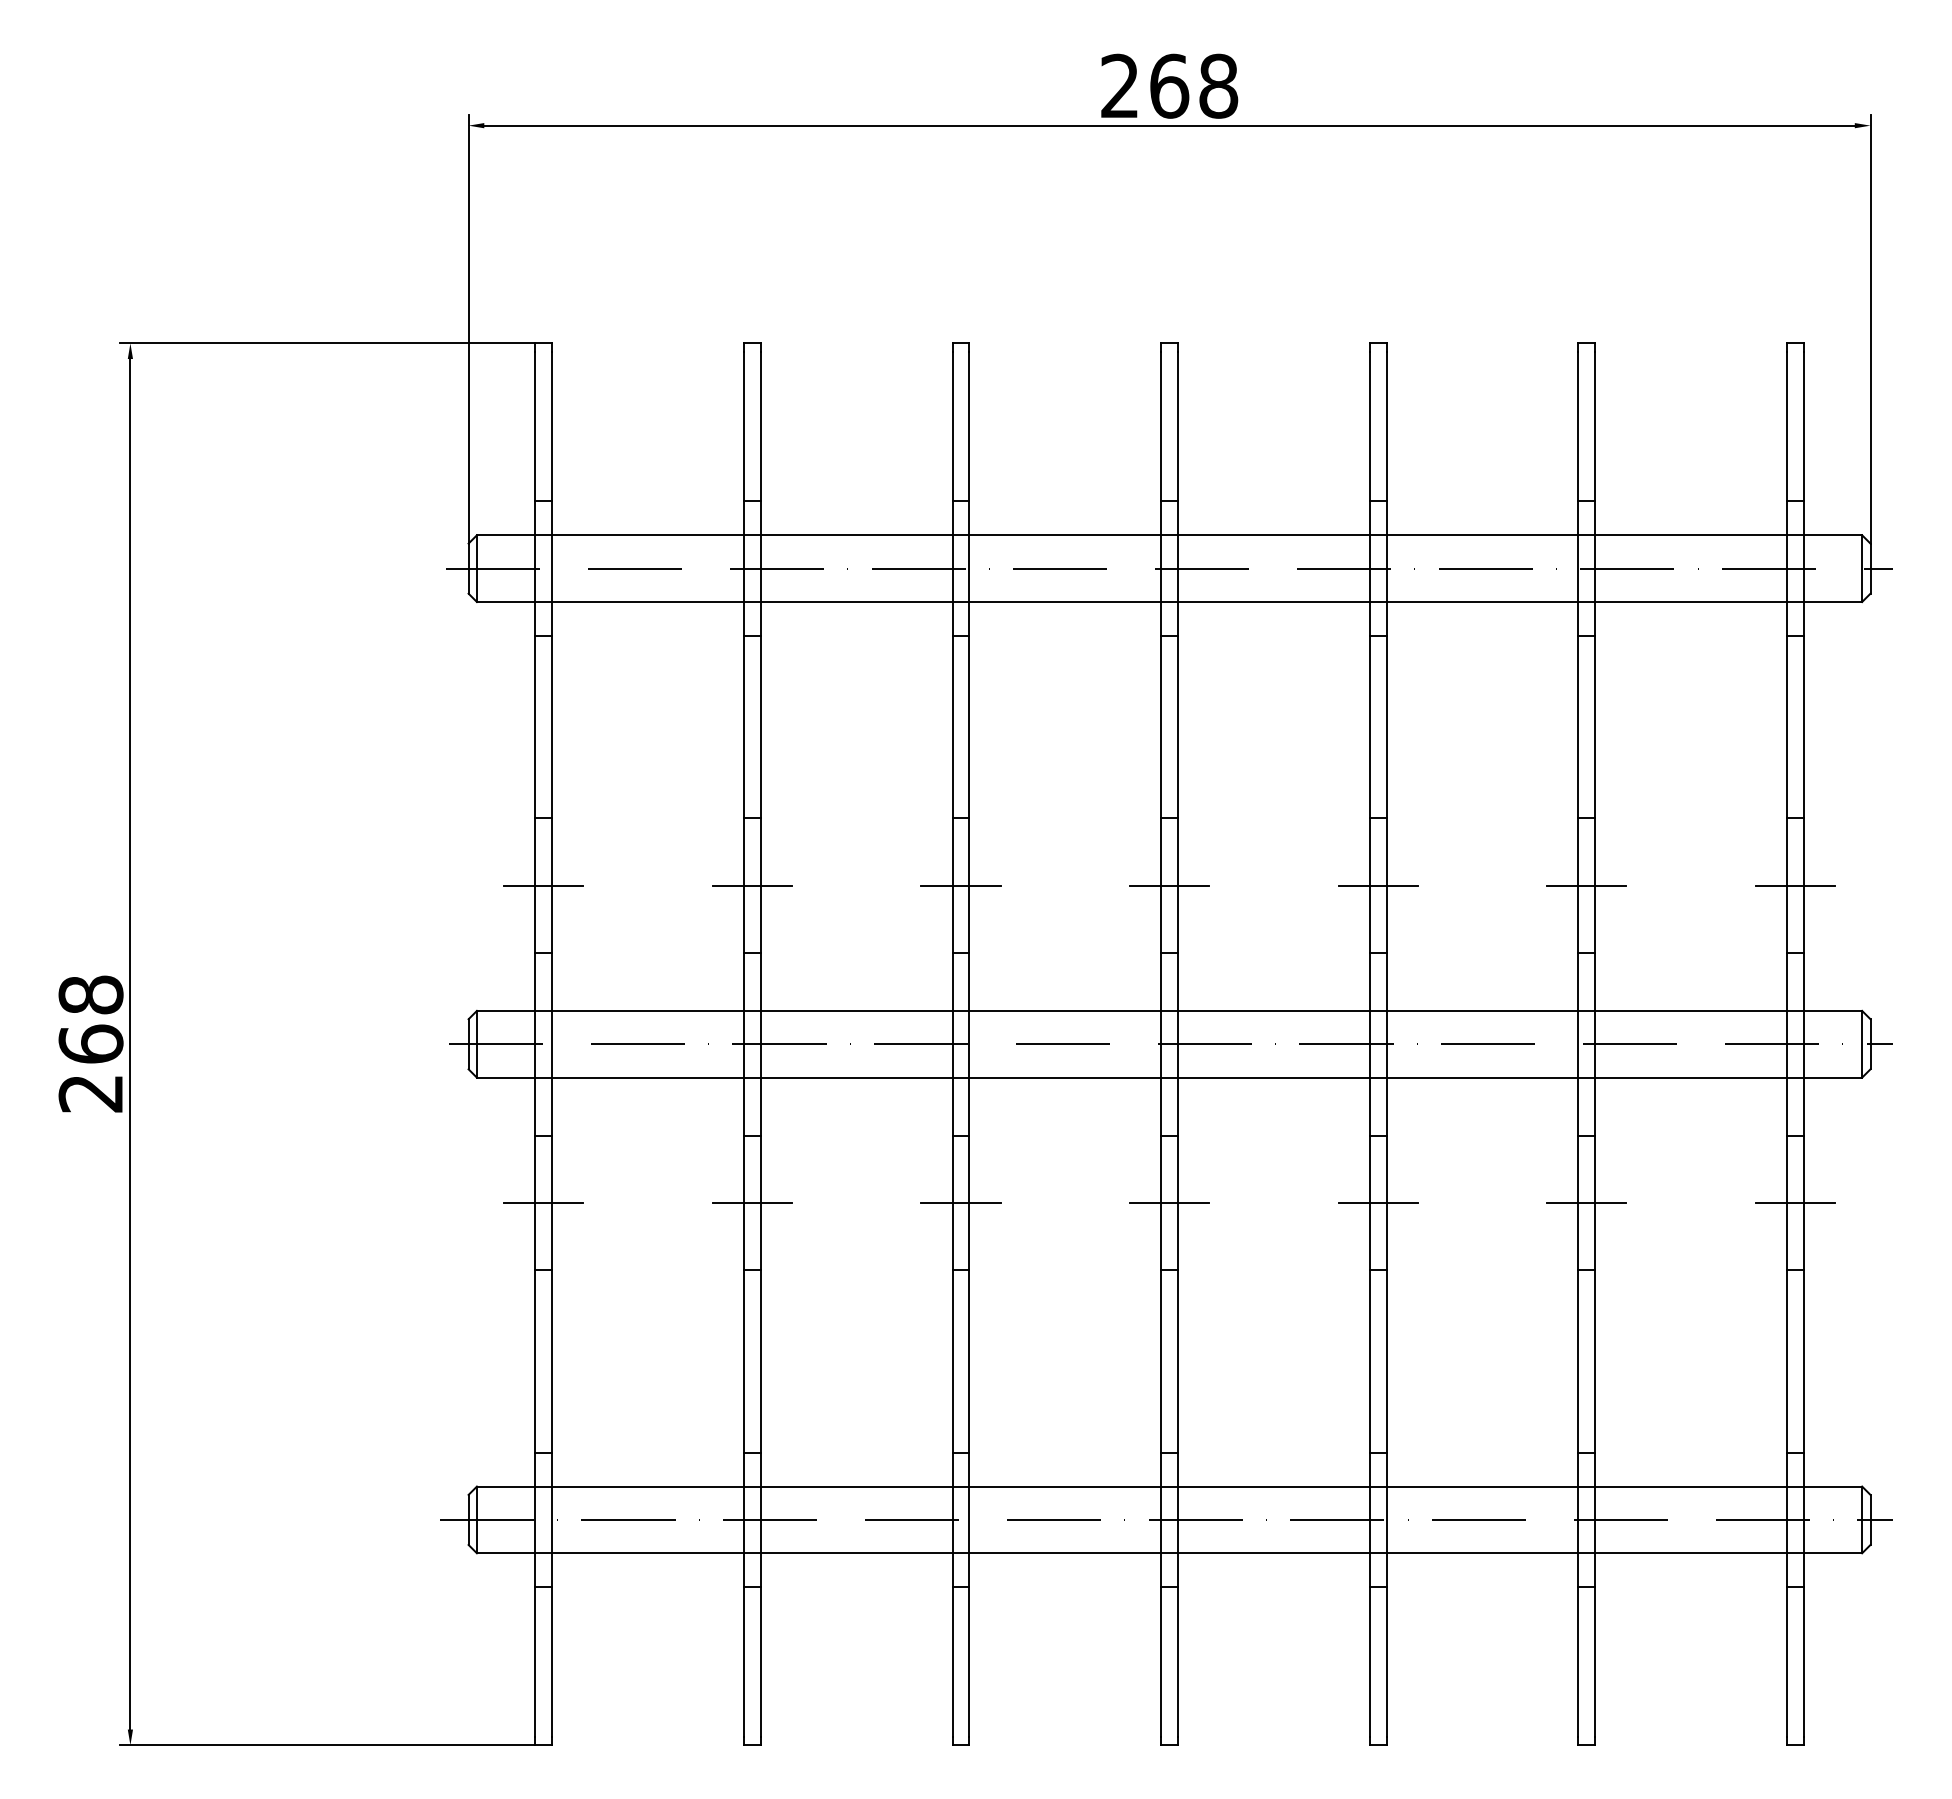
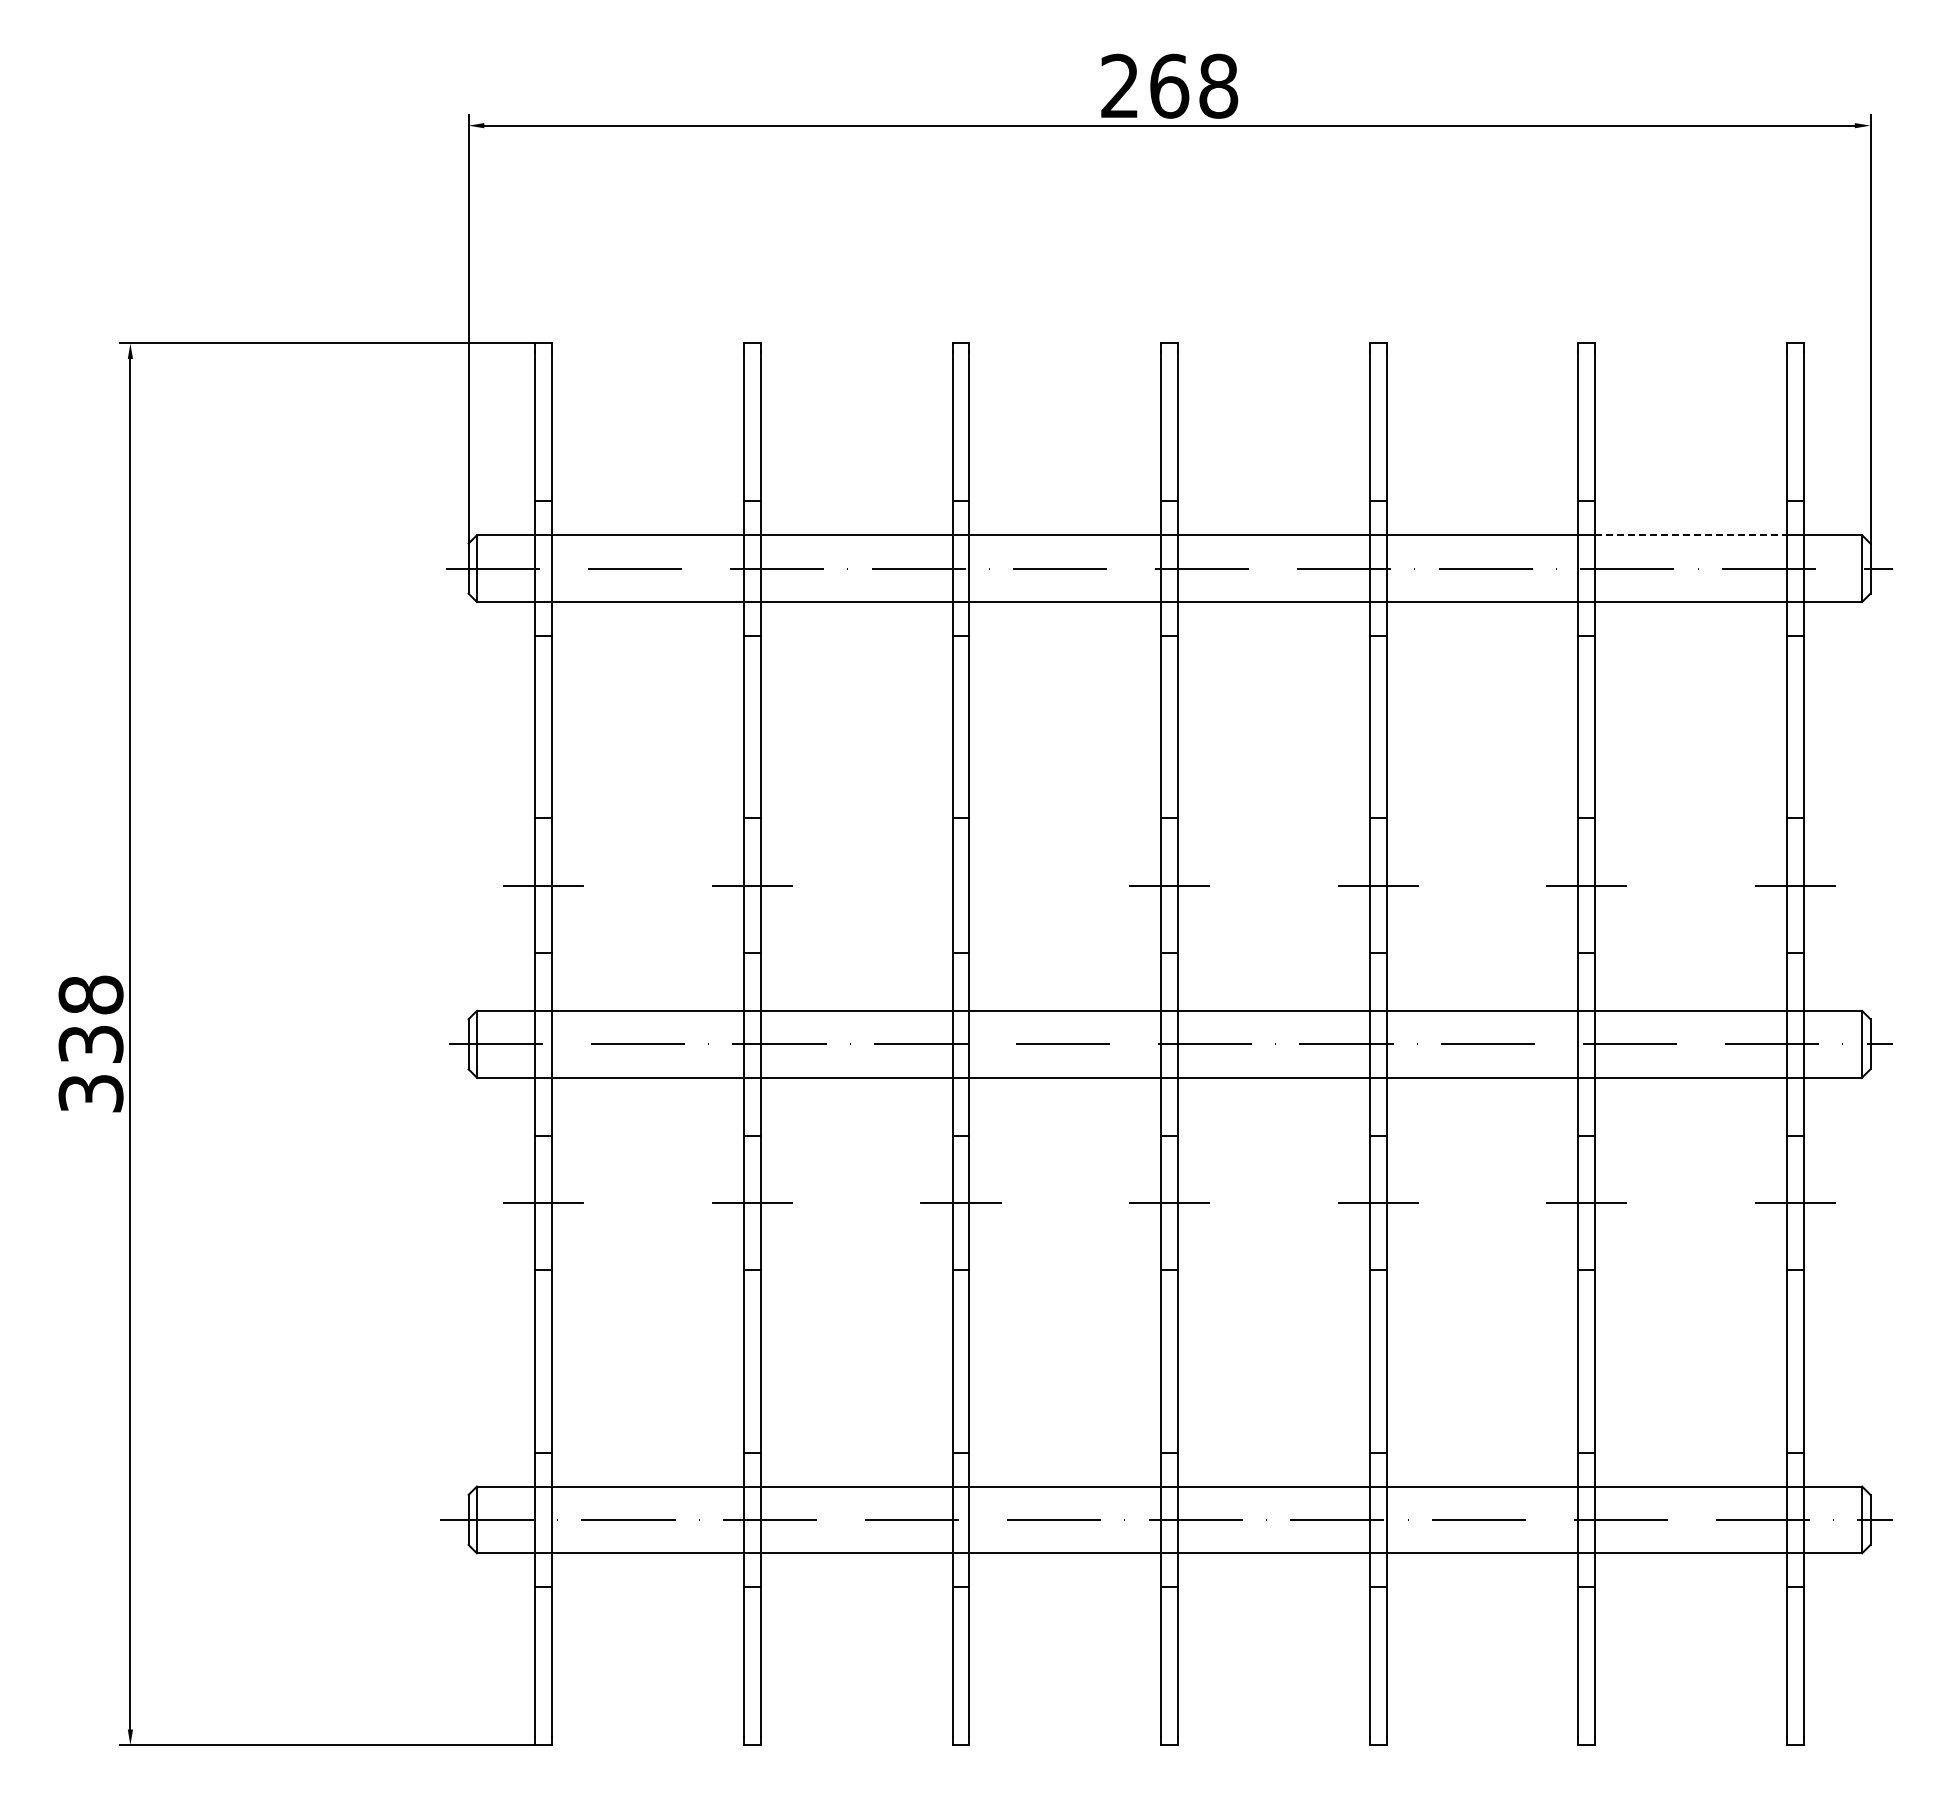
line at (1691, 535): solid -> dashed
line at (960, 885): present -> none
text at (90, 1068): 268 -> 338
